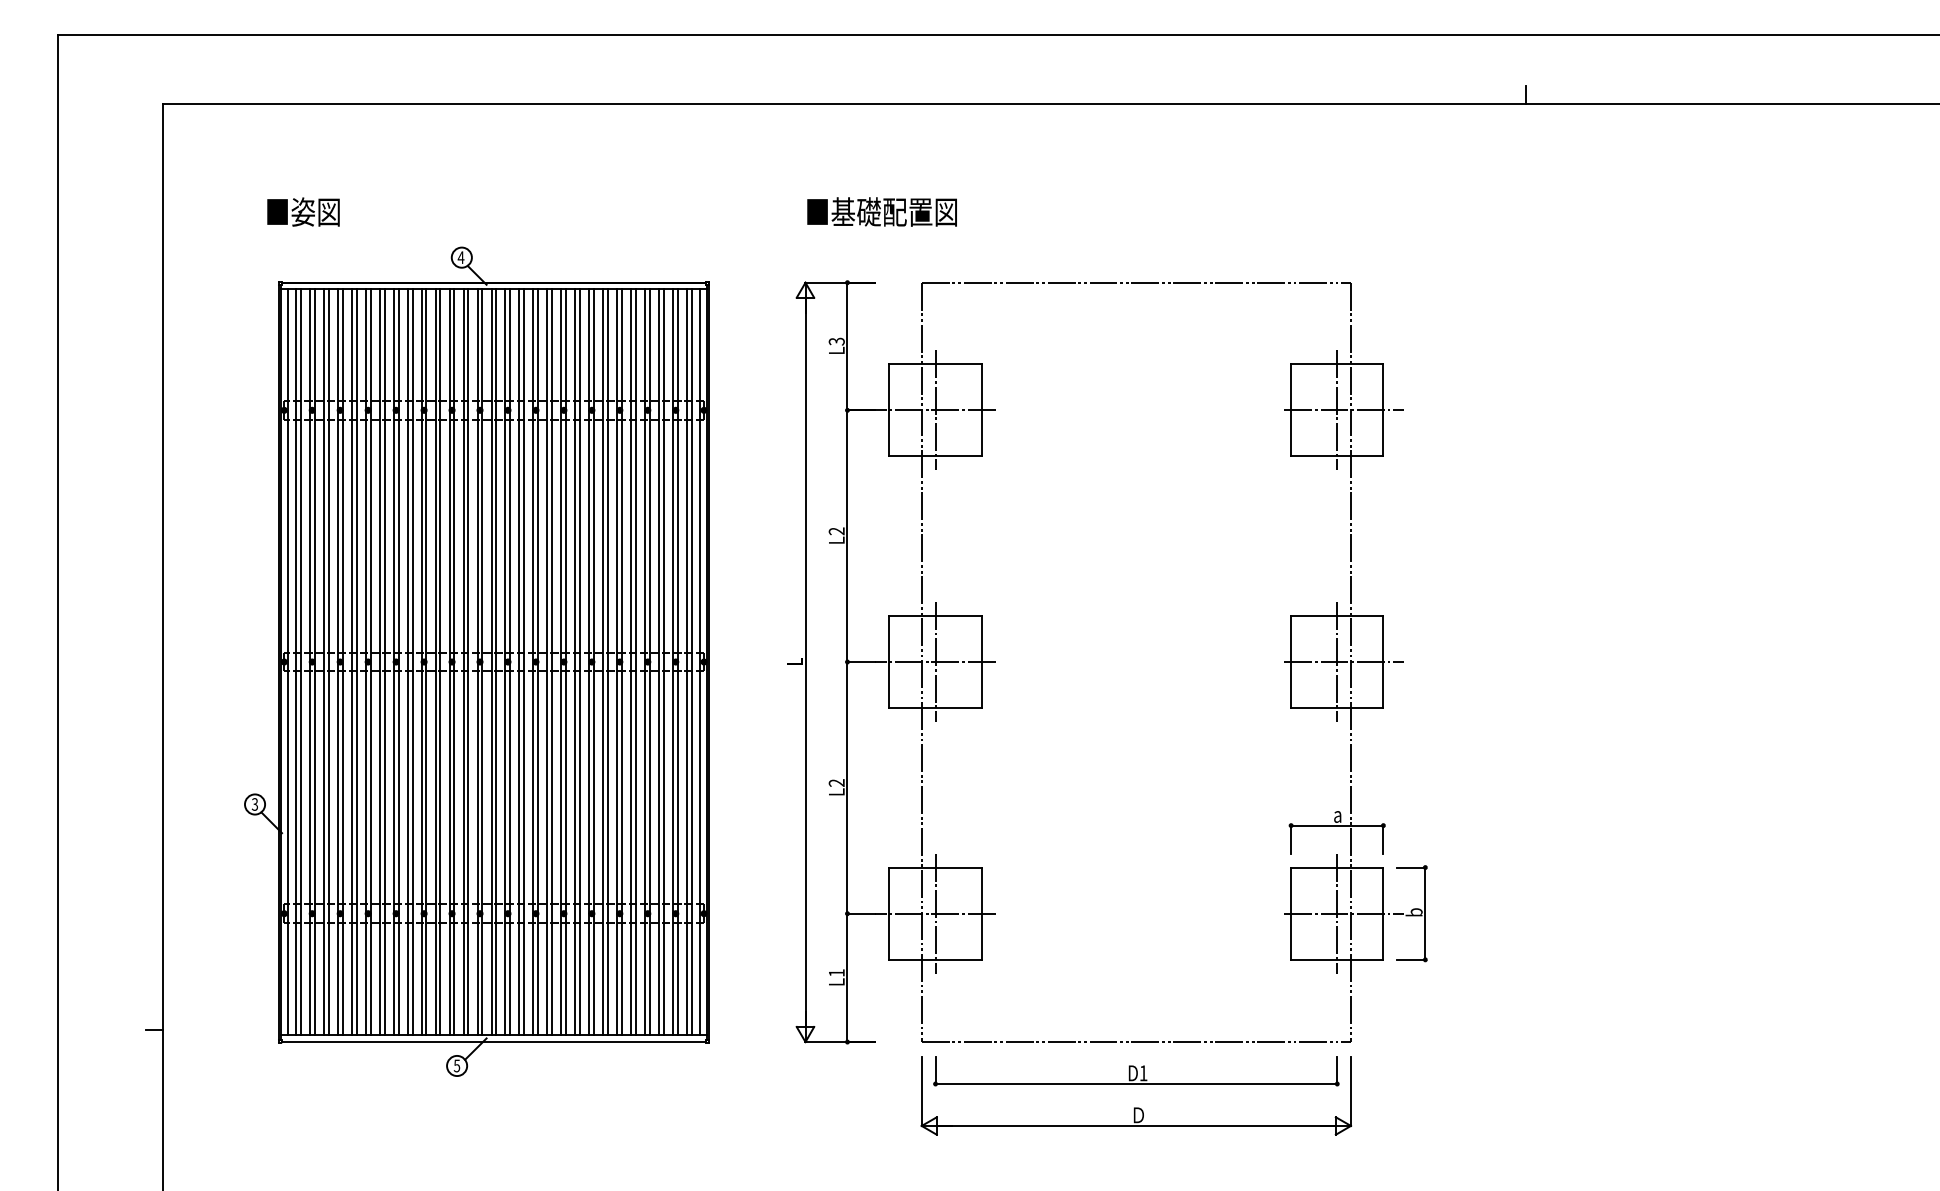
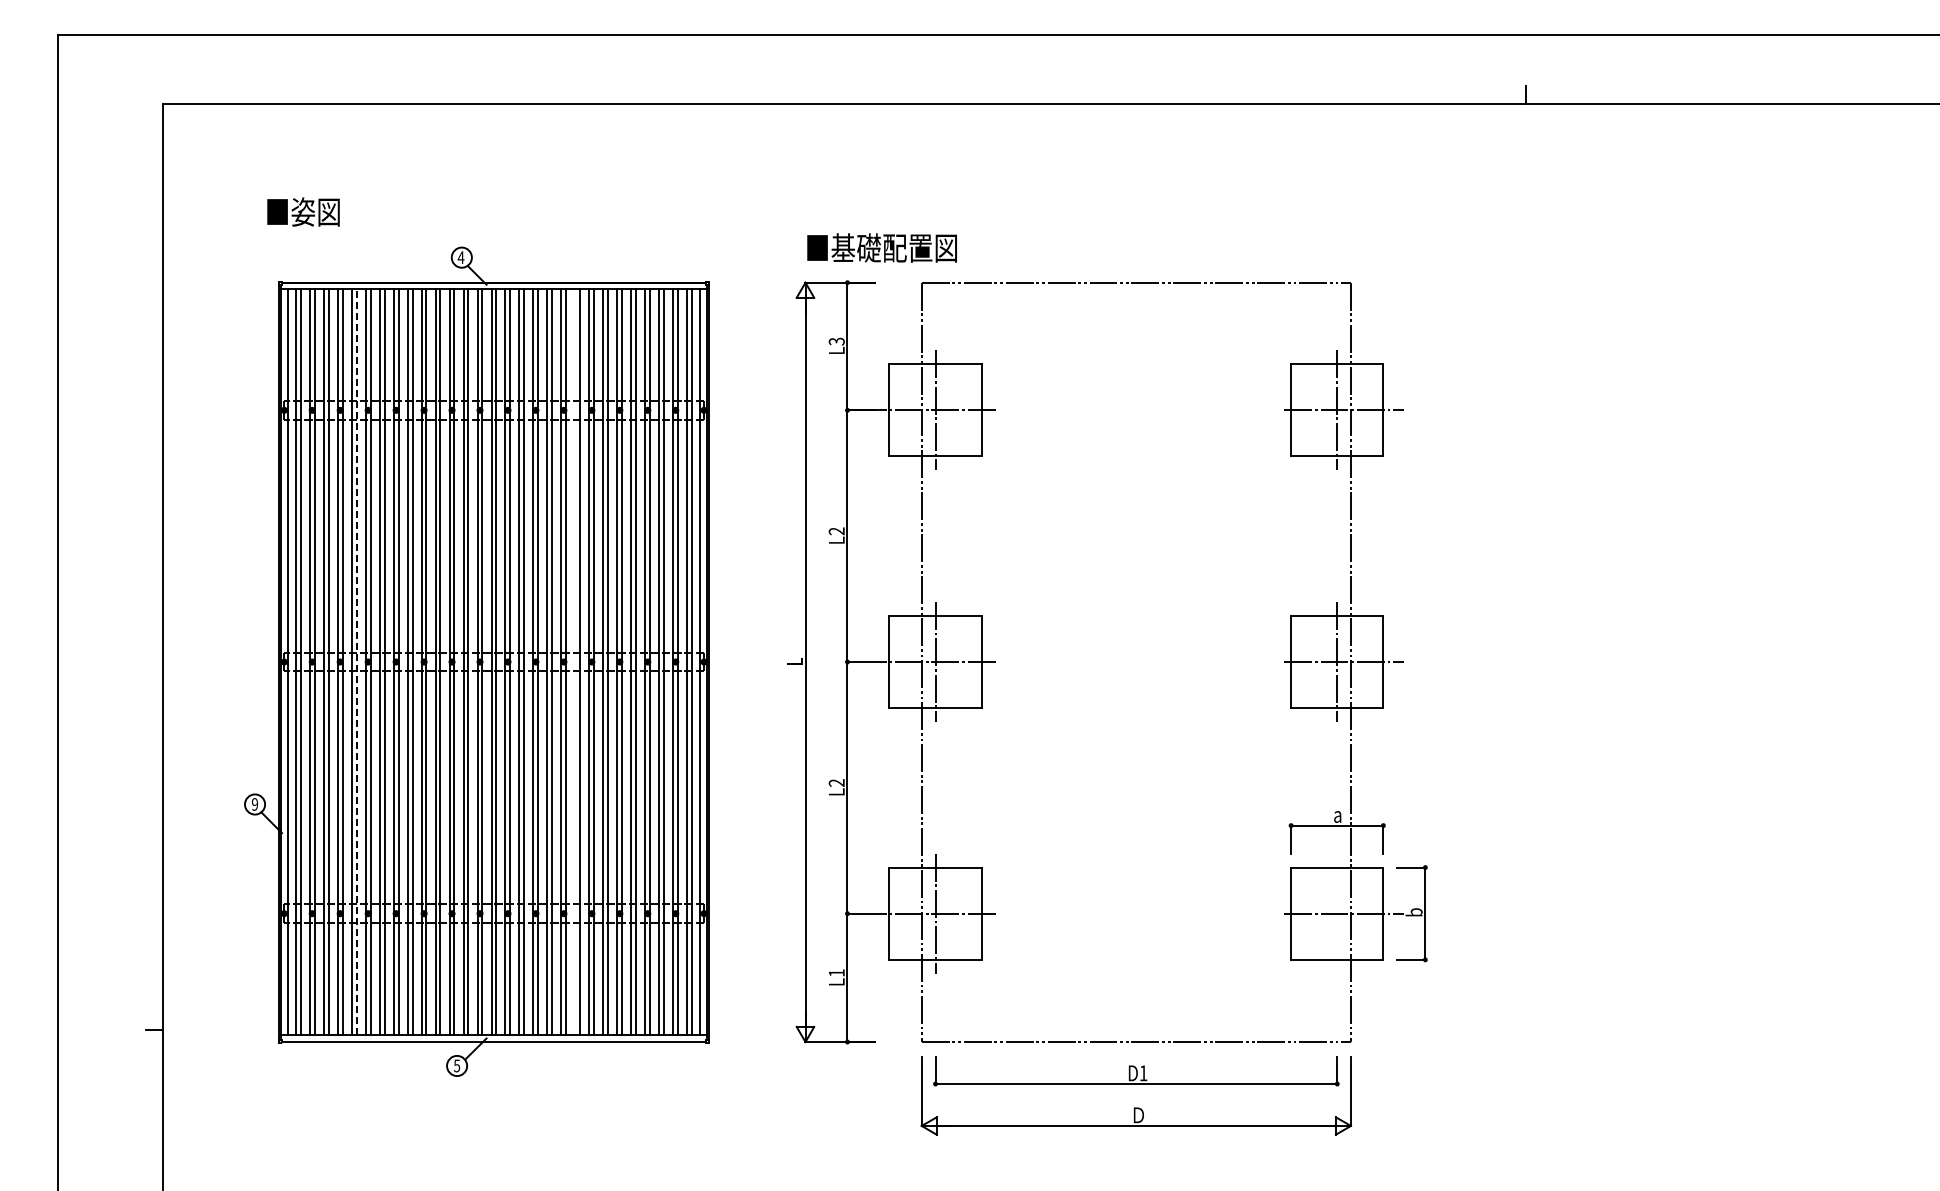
text at (881, 211) position: (881, 211) -> (881, 247)
line at (356, 661): solid -> dashed
line at (575, 661): present -> none
text at (254, 804): 3 -> 9
line at (1337, 913): present -> none
